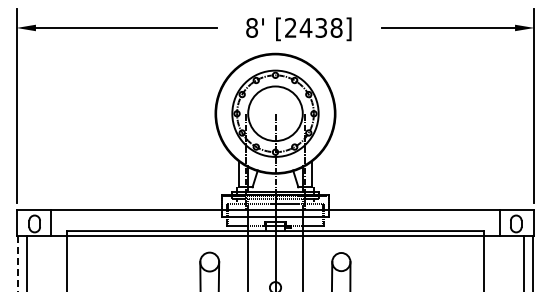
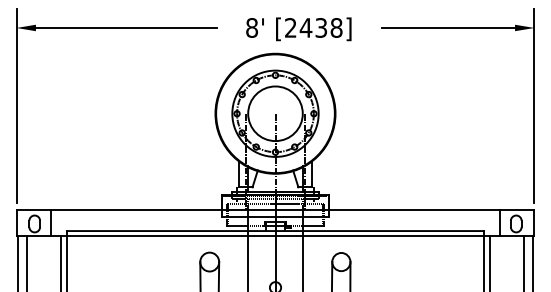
line at (61, 261): none -> present
line at (489, 261): none -> present
line at (17, 263): dashed -> solid
